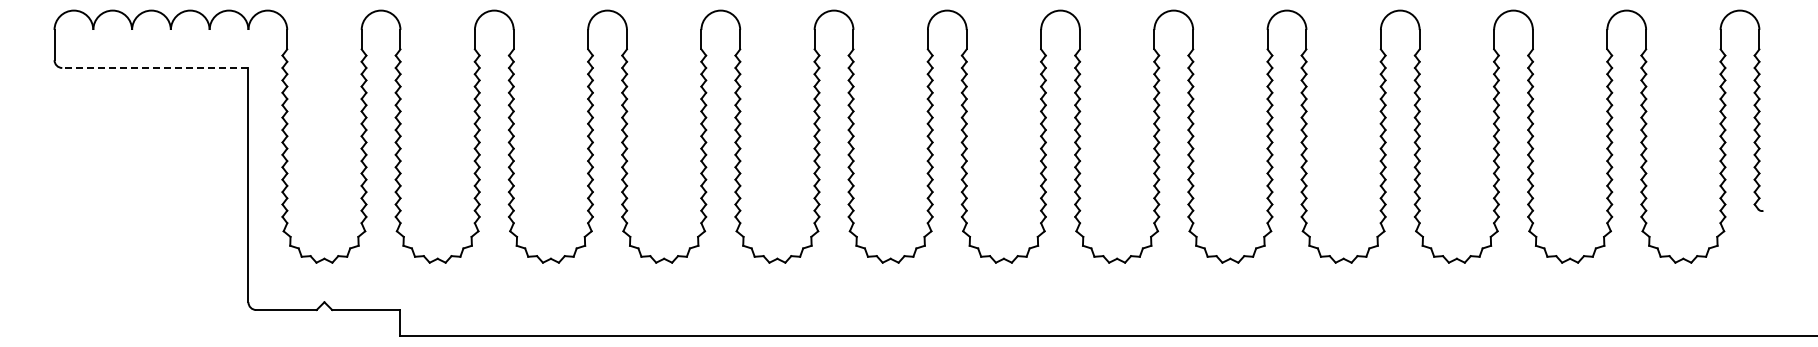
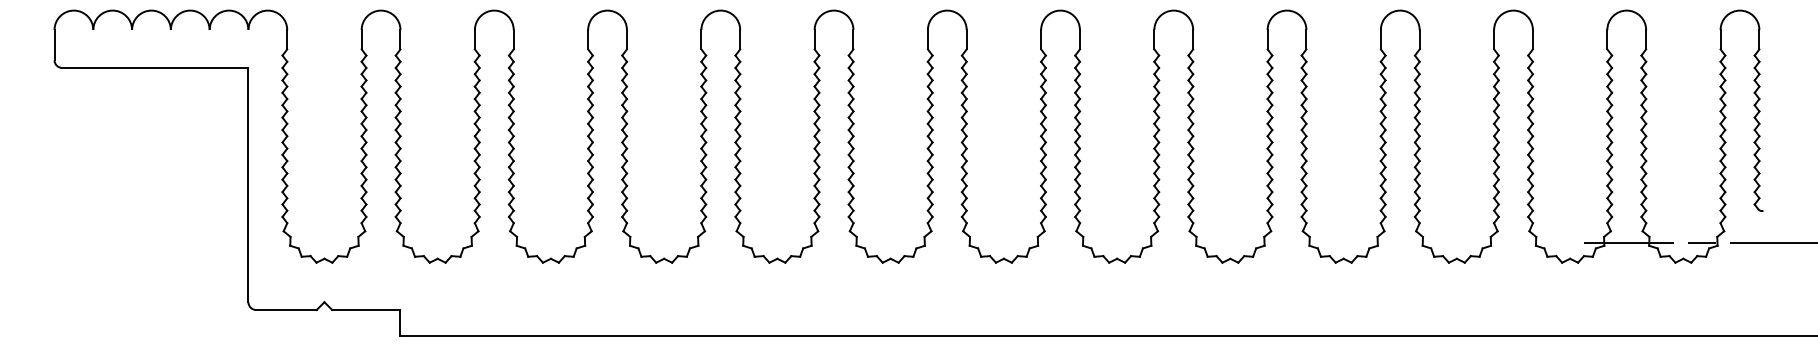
line at (154, 68): dashed -> solid
line at (1698, 243): none -> present
